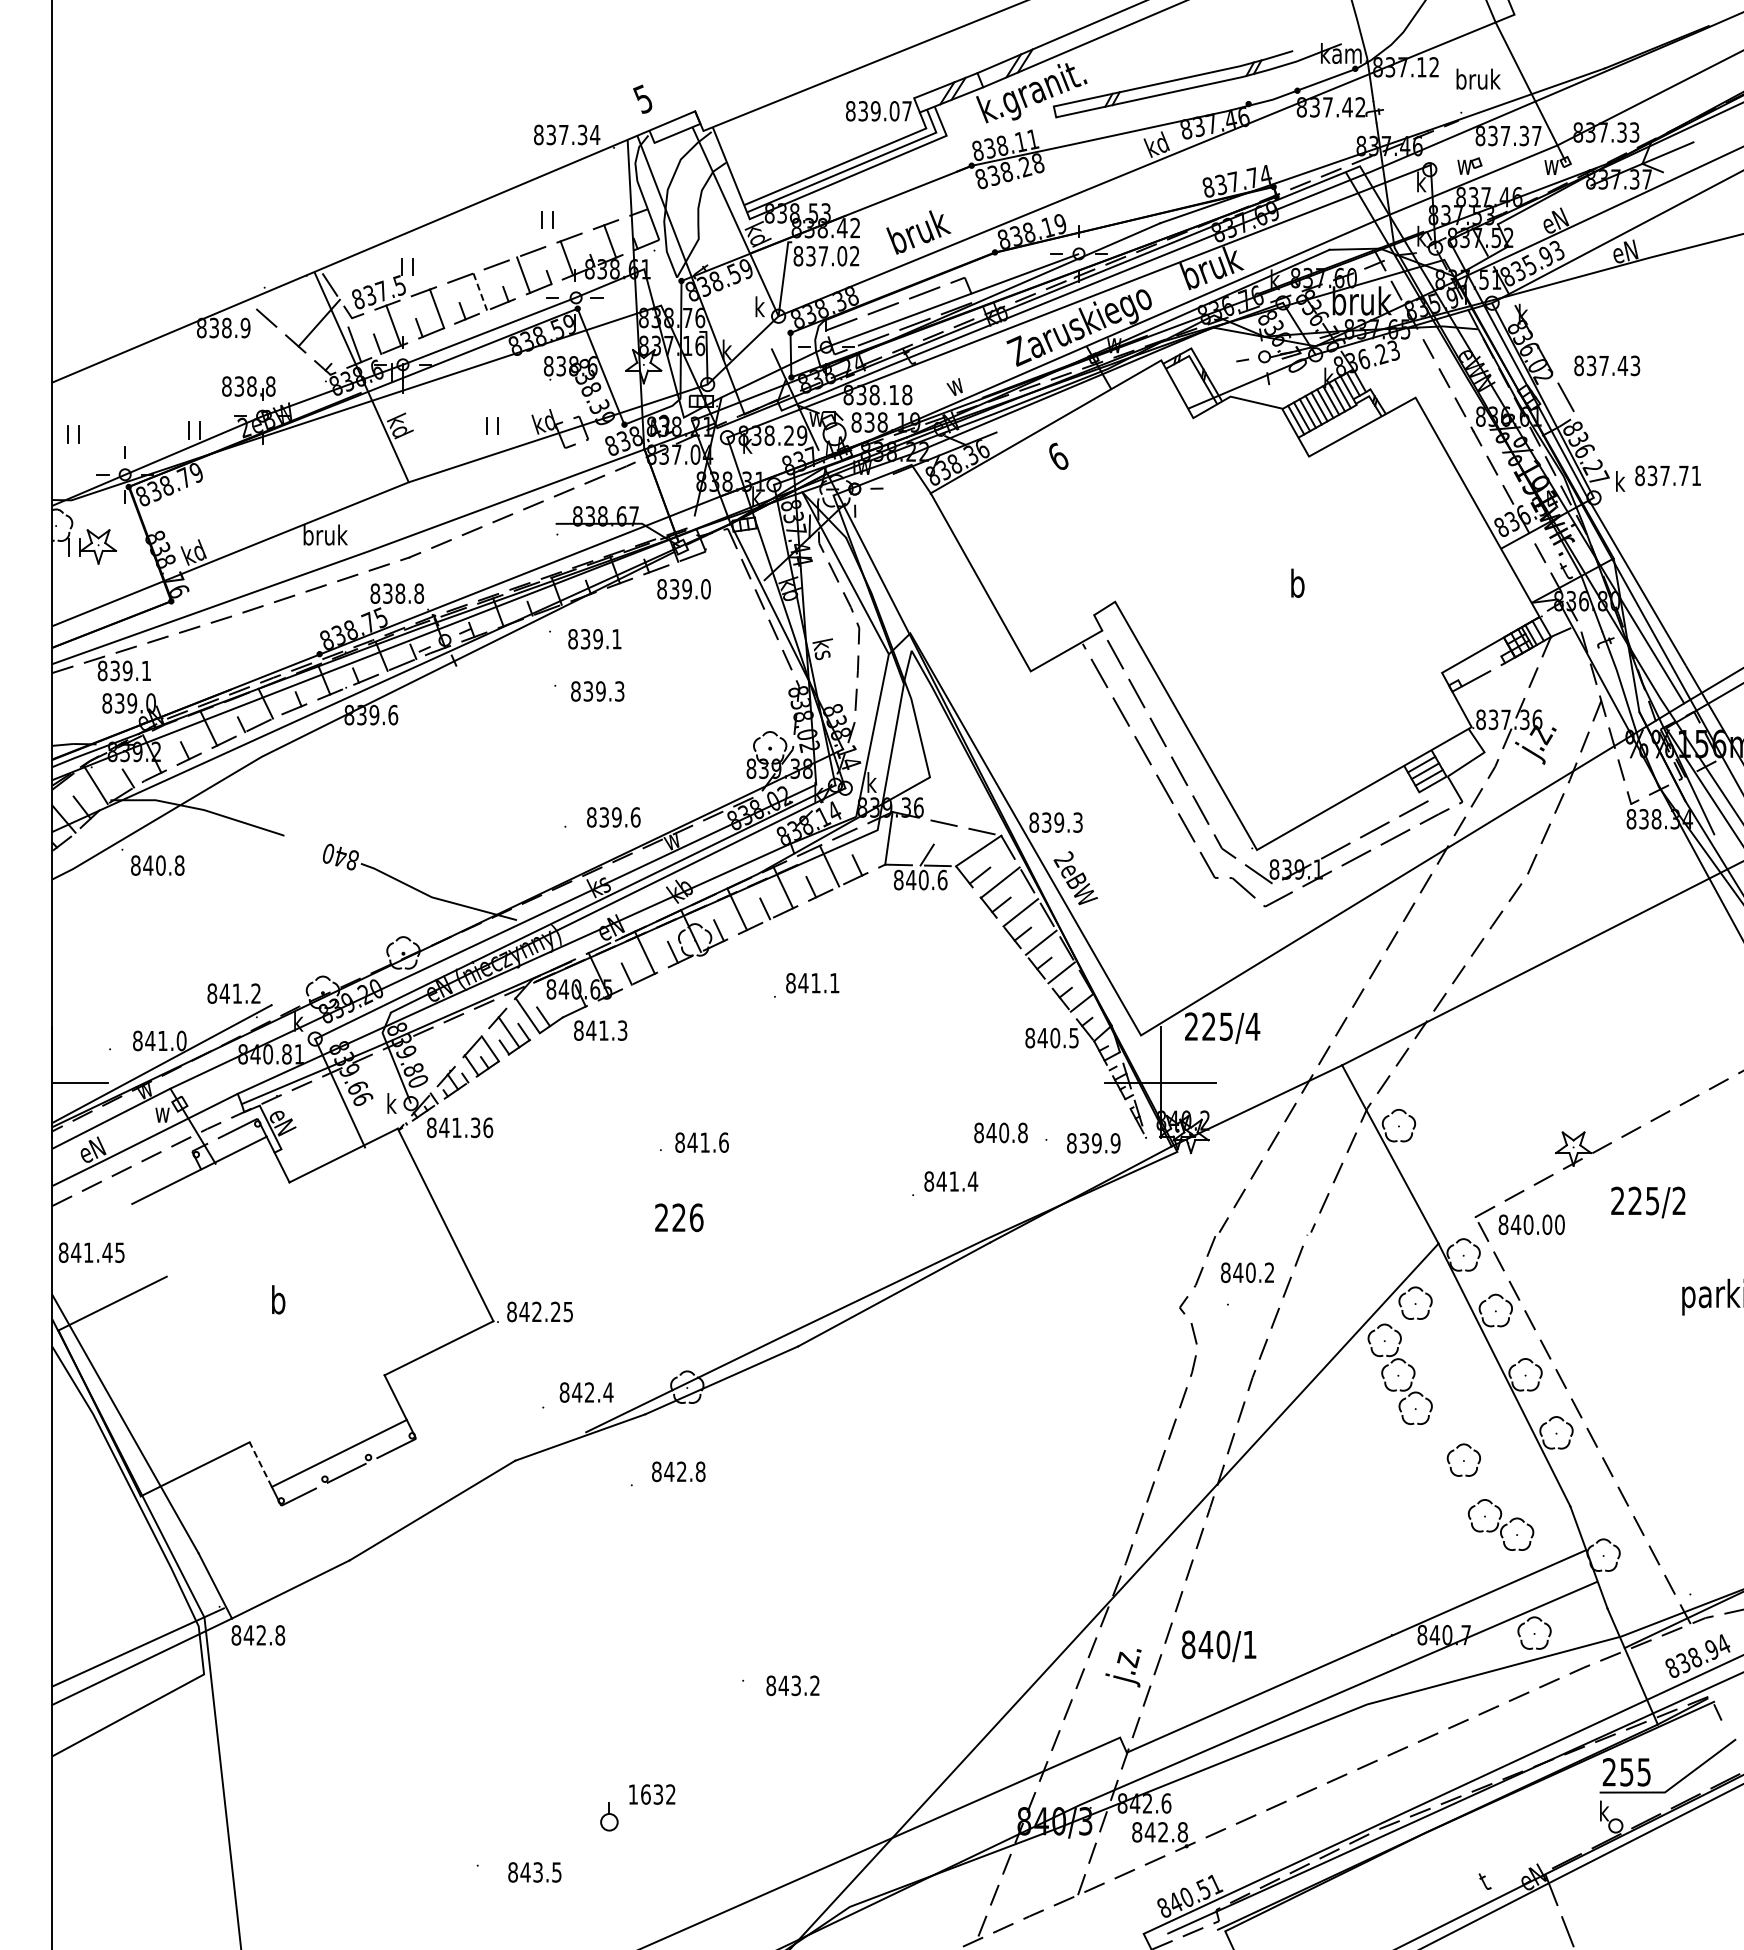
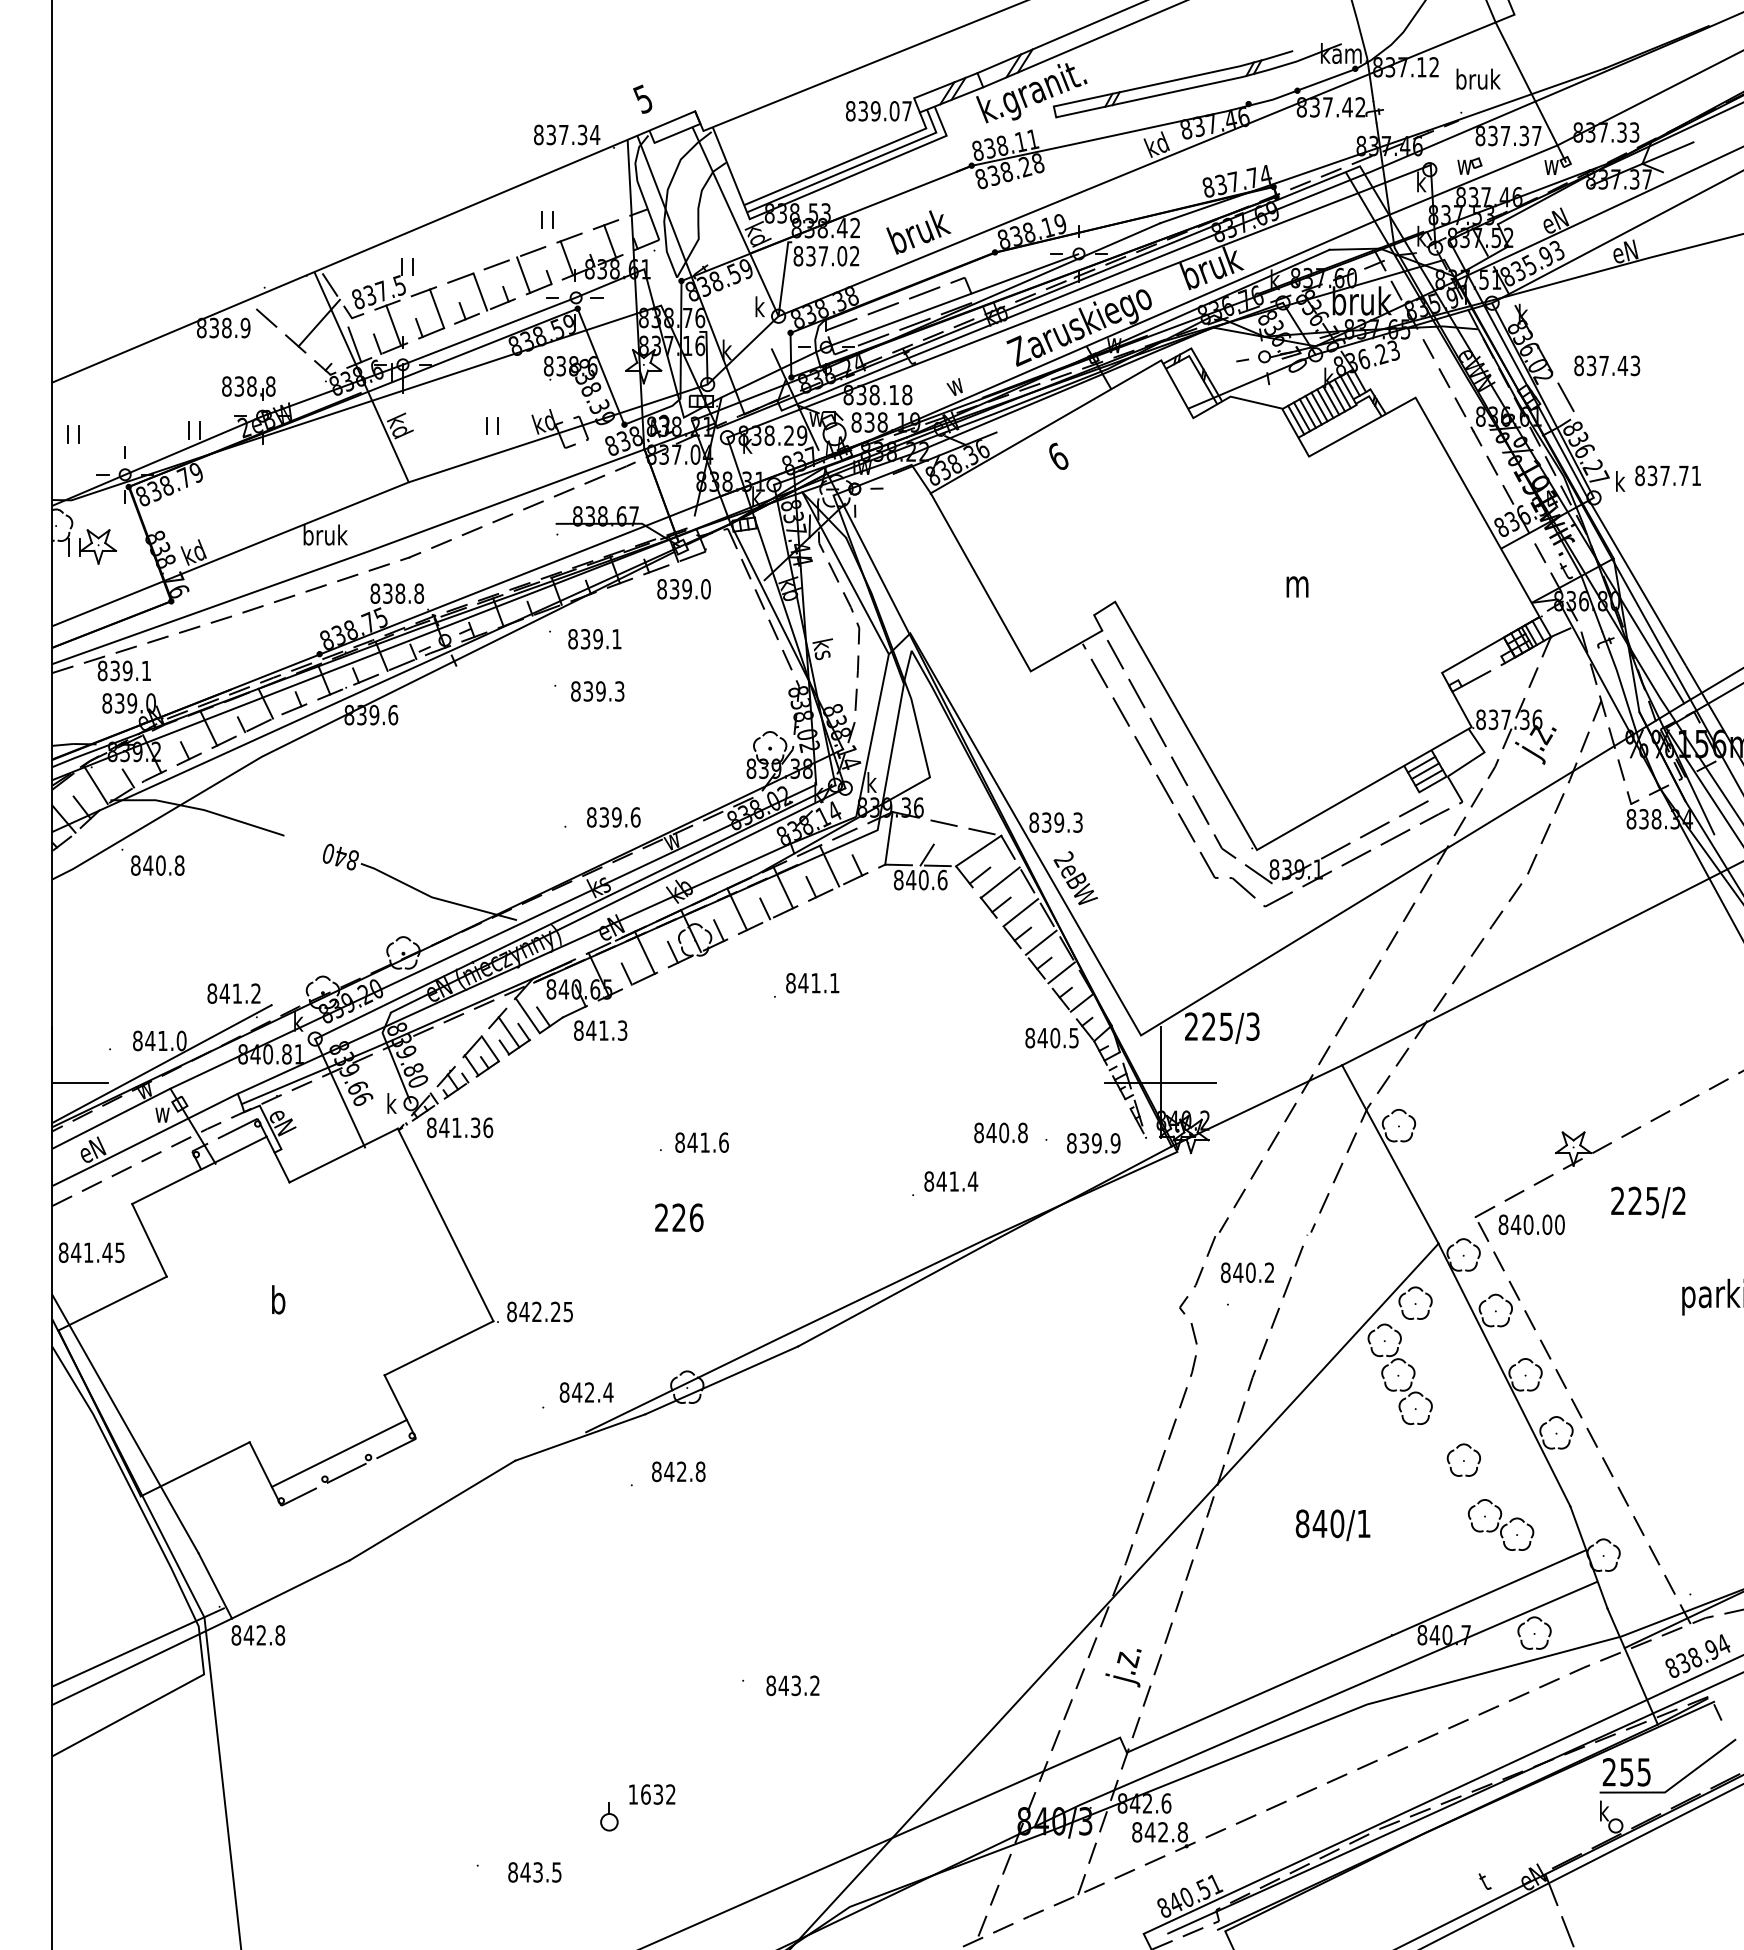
line at (480, 292): dashed -> solid
text at (1297, 582): b -> m
text at (1252, 1026): 225/4 -> 225/3
line at (149, 1240): none -> present
line at (260, 1464): dashed -> solid
text at (1218, 1646) position: (1218, 1646) -> (1332, 1525)
